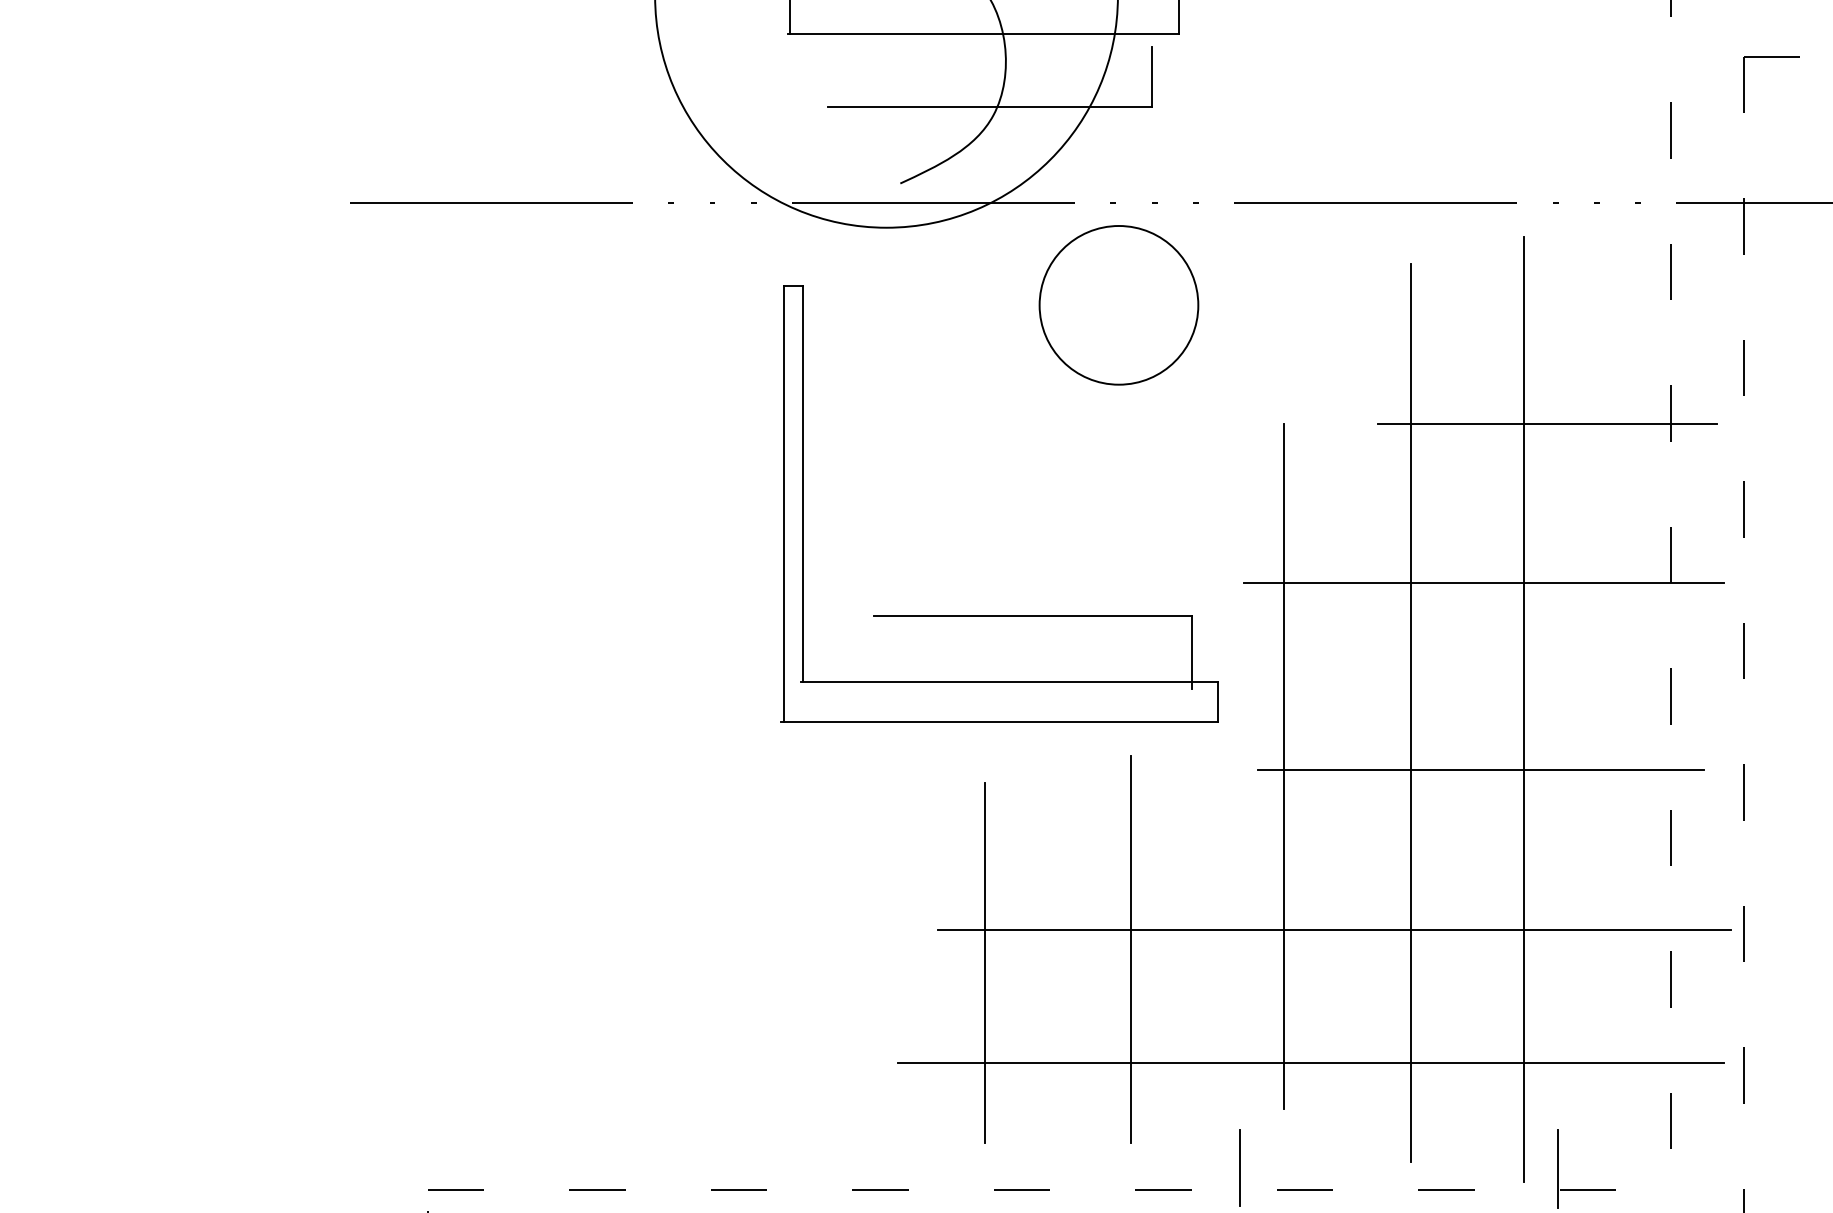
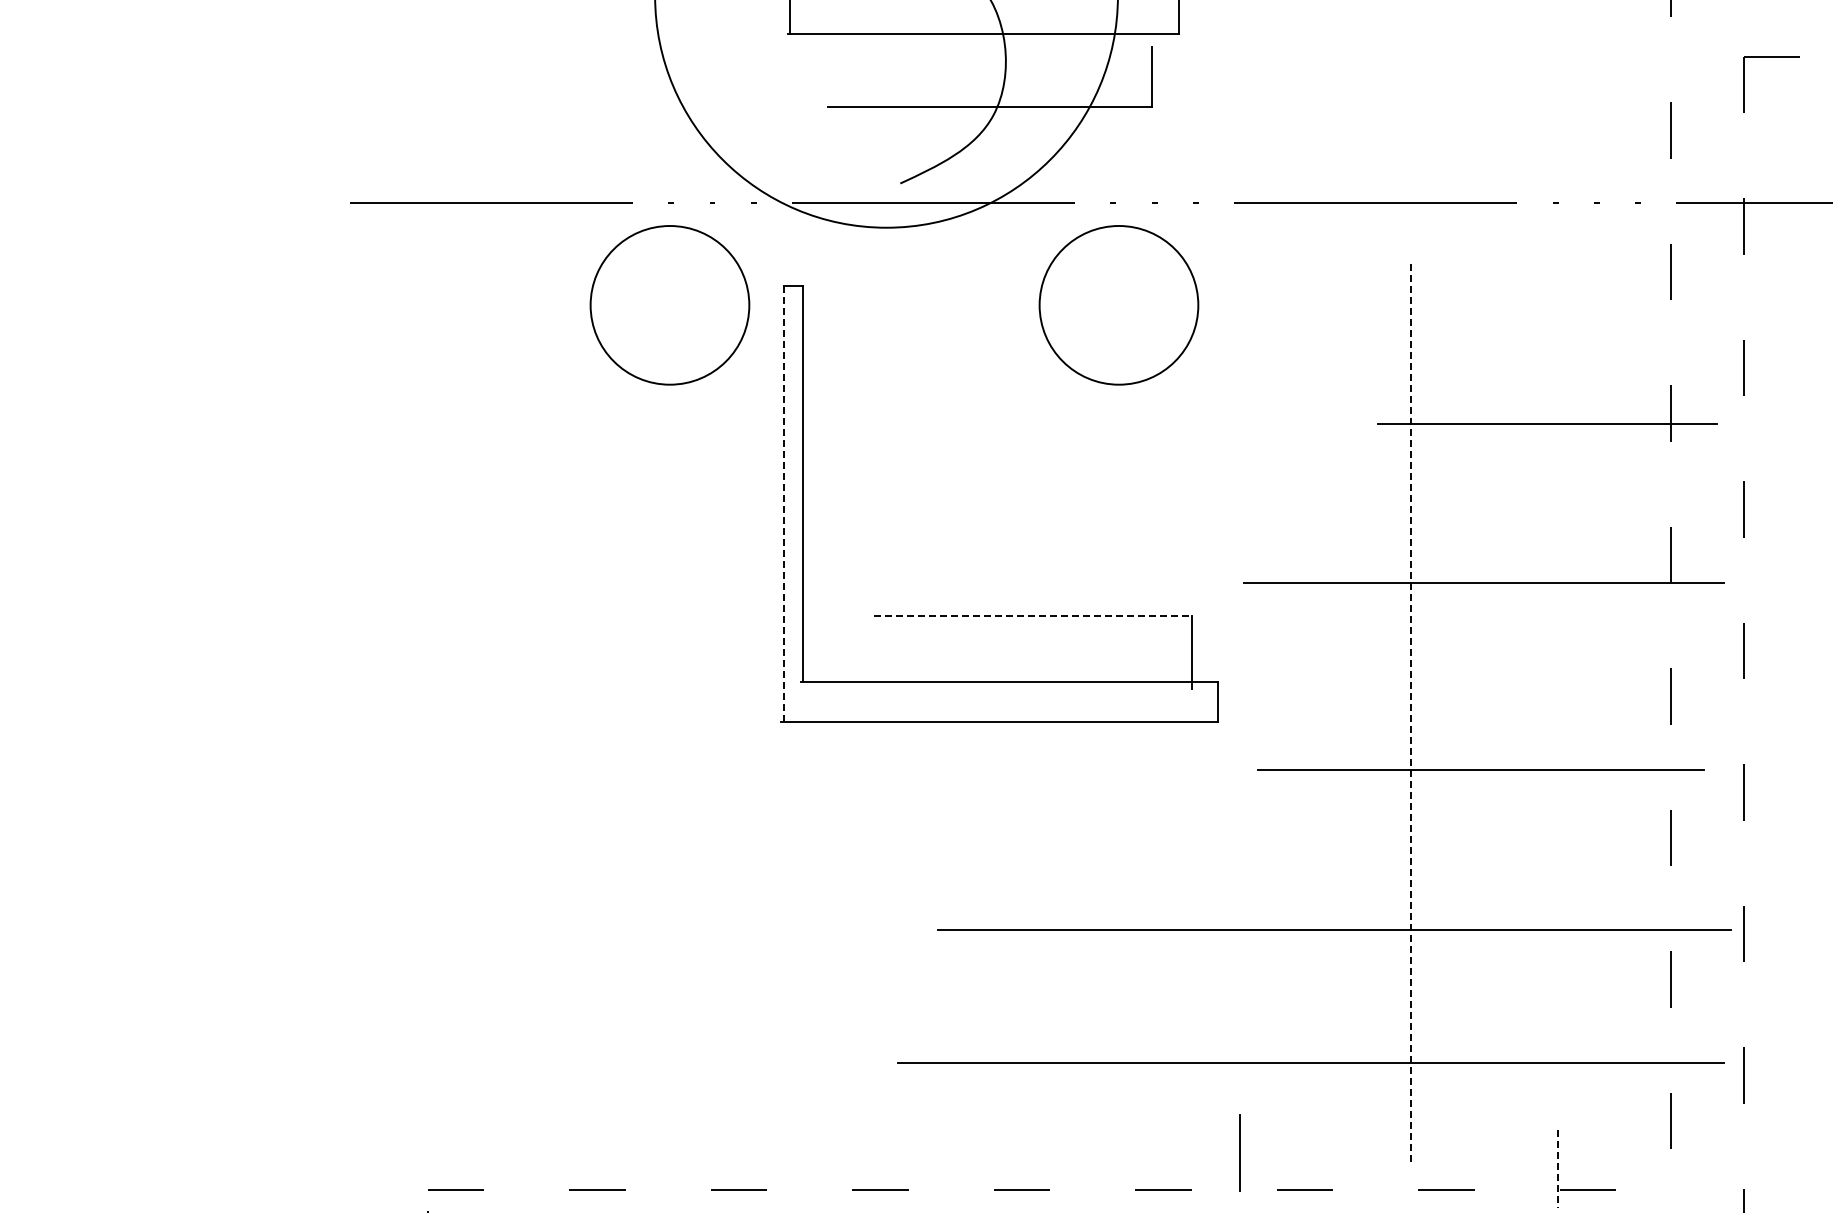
circle at (669, 305): none -> present
line at (783, 504): solid -> dashed
line at (1032, 616): solid -> dashed
line at (1524, 709): present -> none
line at (1410, 713): solid -> dashed
line at (1284, 766): present -> none
line at (1131, 949): present -> none
line at (984, 962): present -> none
line at (1239, 1167) position: (1239, 1167) -> (1239, 1152)
line at (1557, 1169): solid -> dashed
